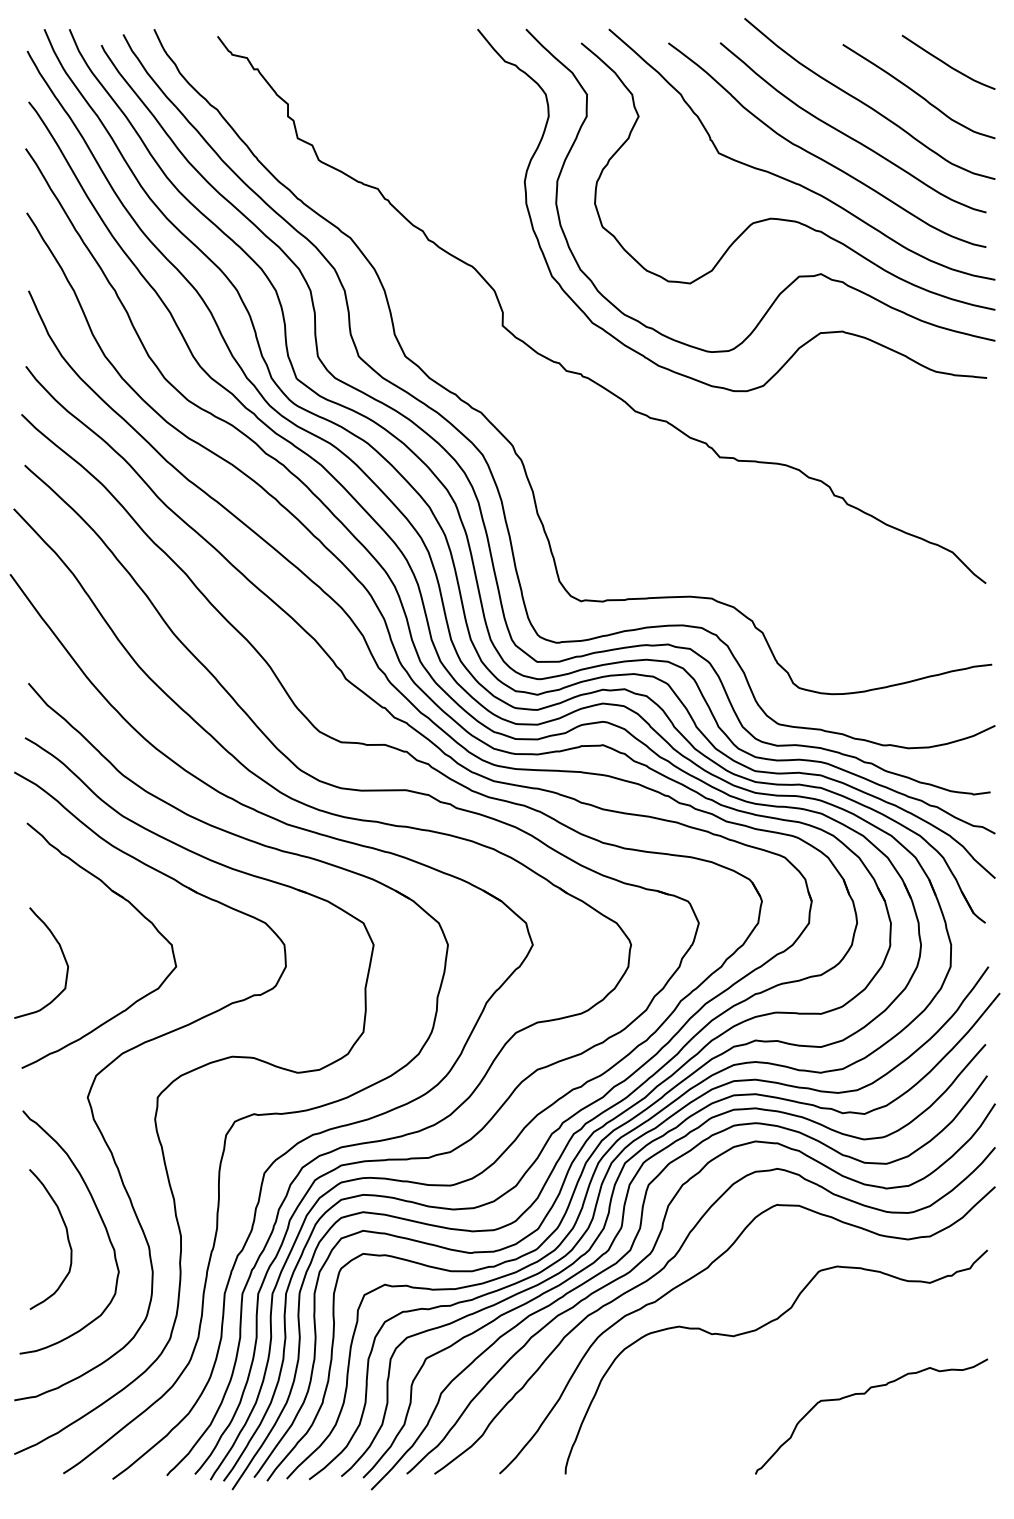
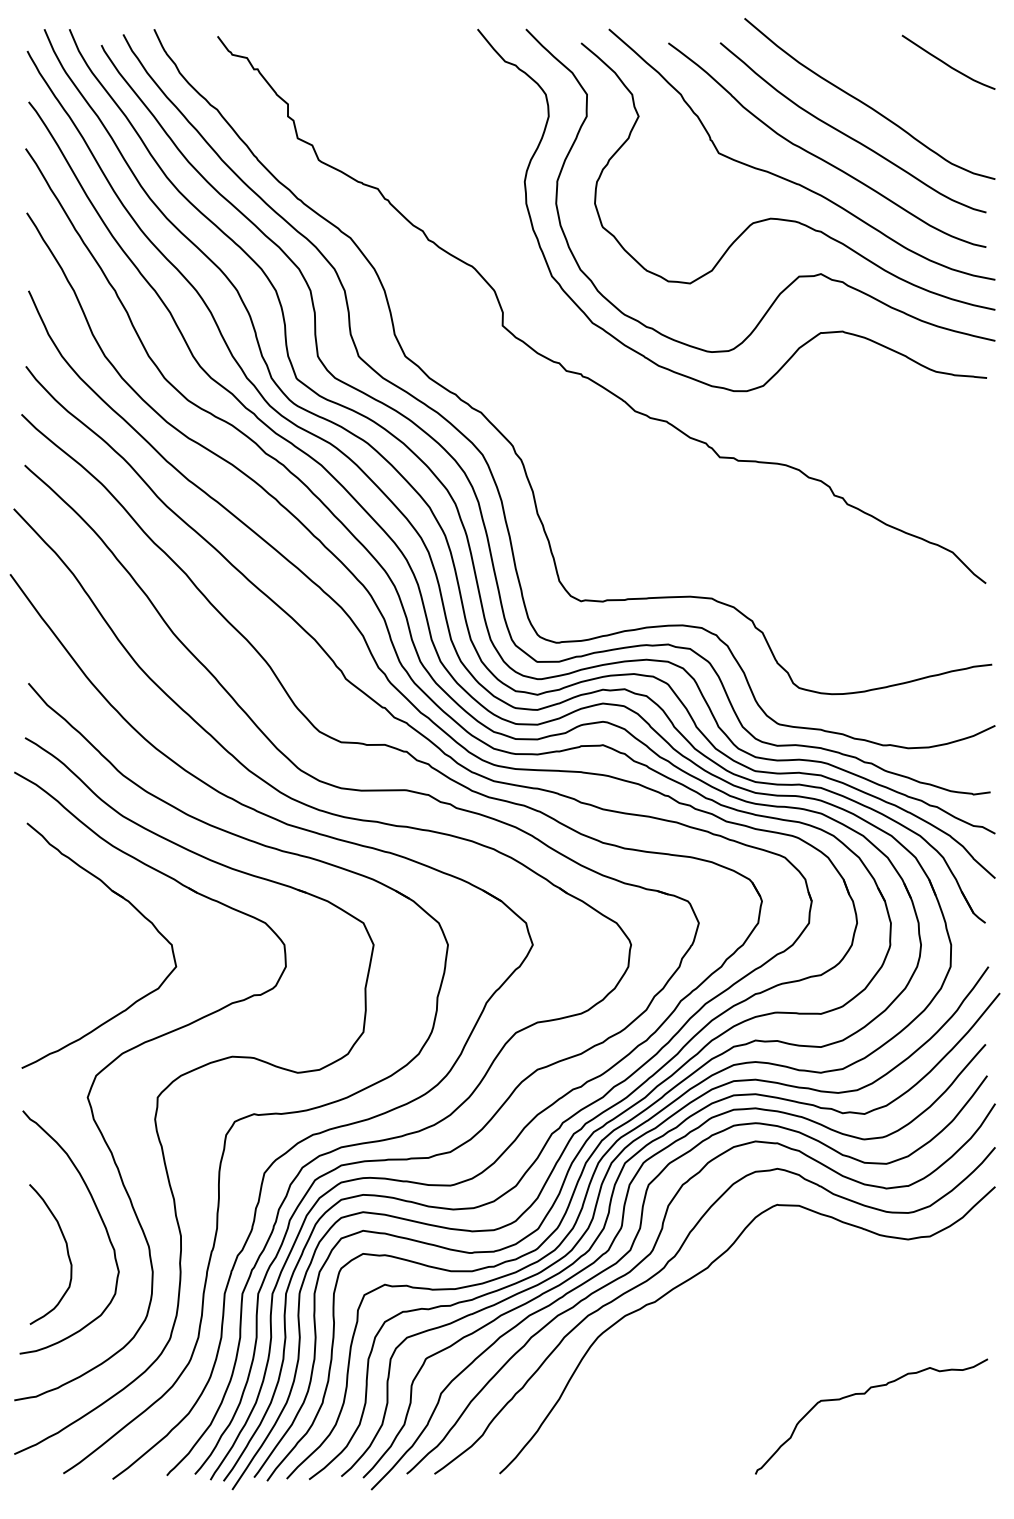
curve at (917, 92): present -> none
curve at (62, 955): present -> none
curve at (66, 1235) position: (66, 1235) -> (66, 1250)
curve at (759, 1329): present -> none
